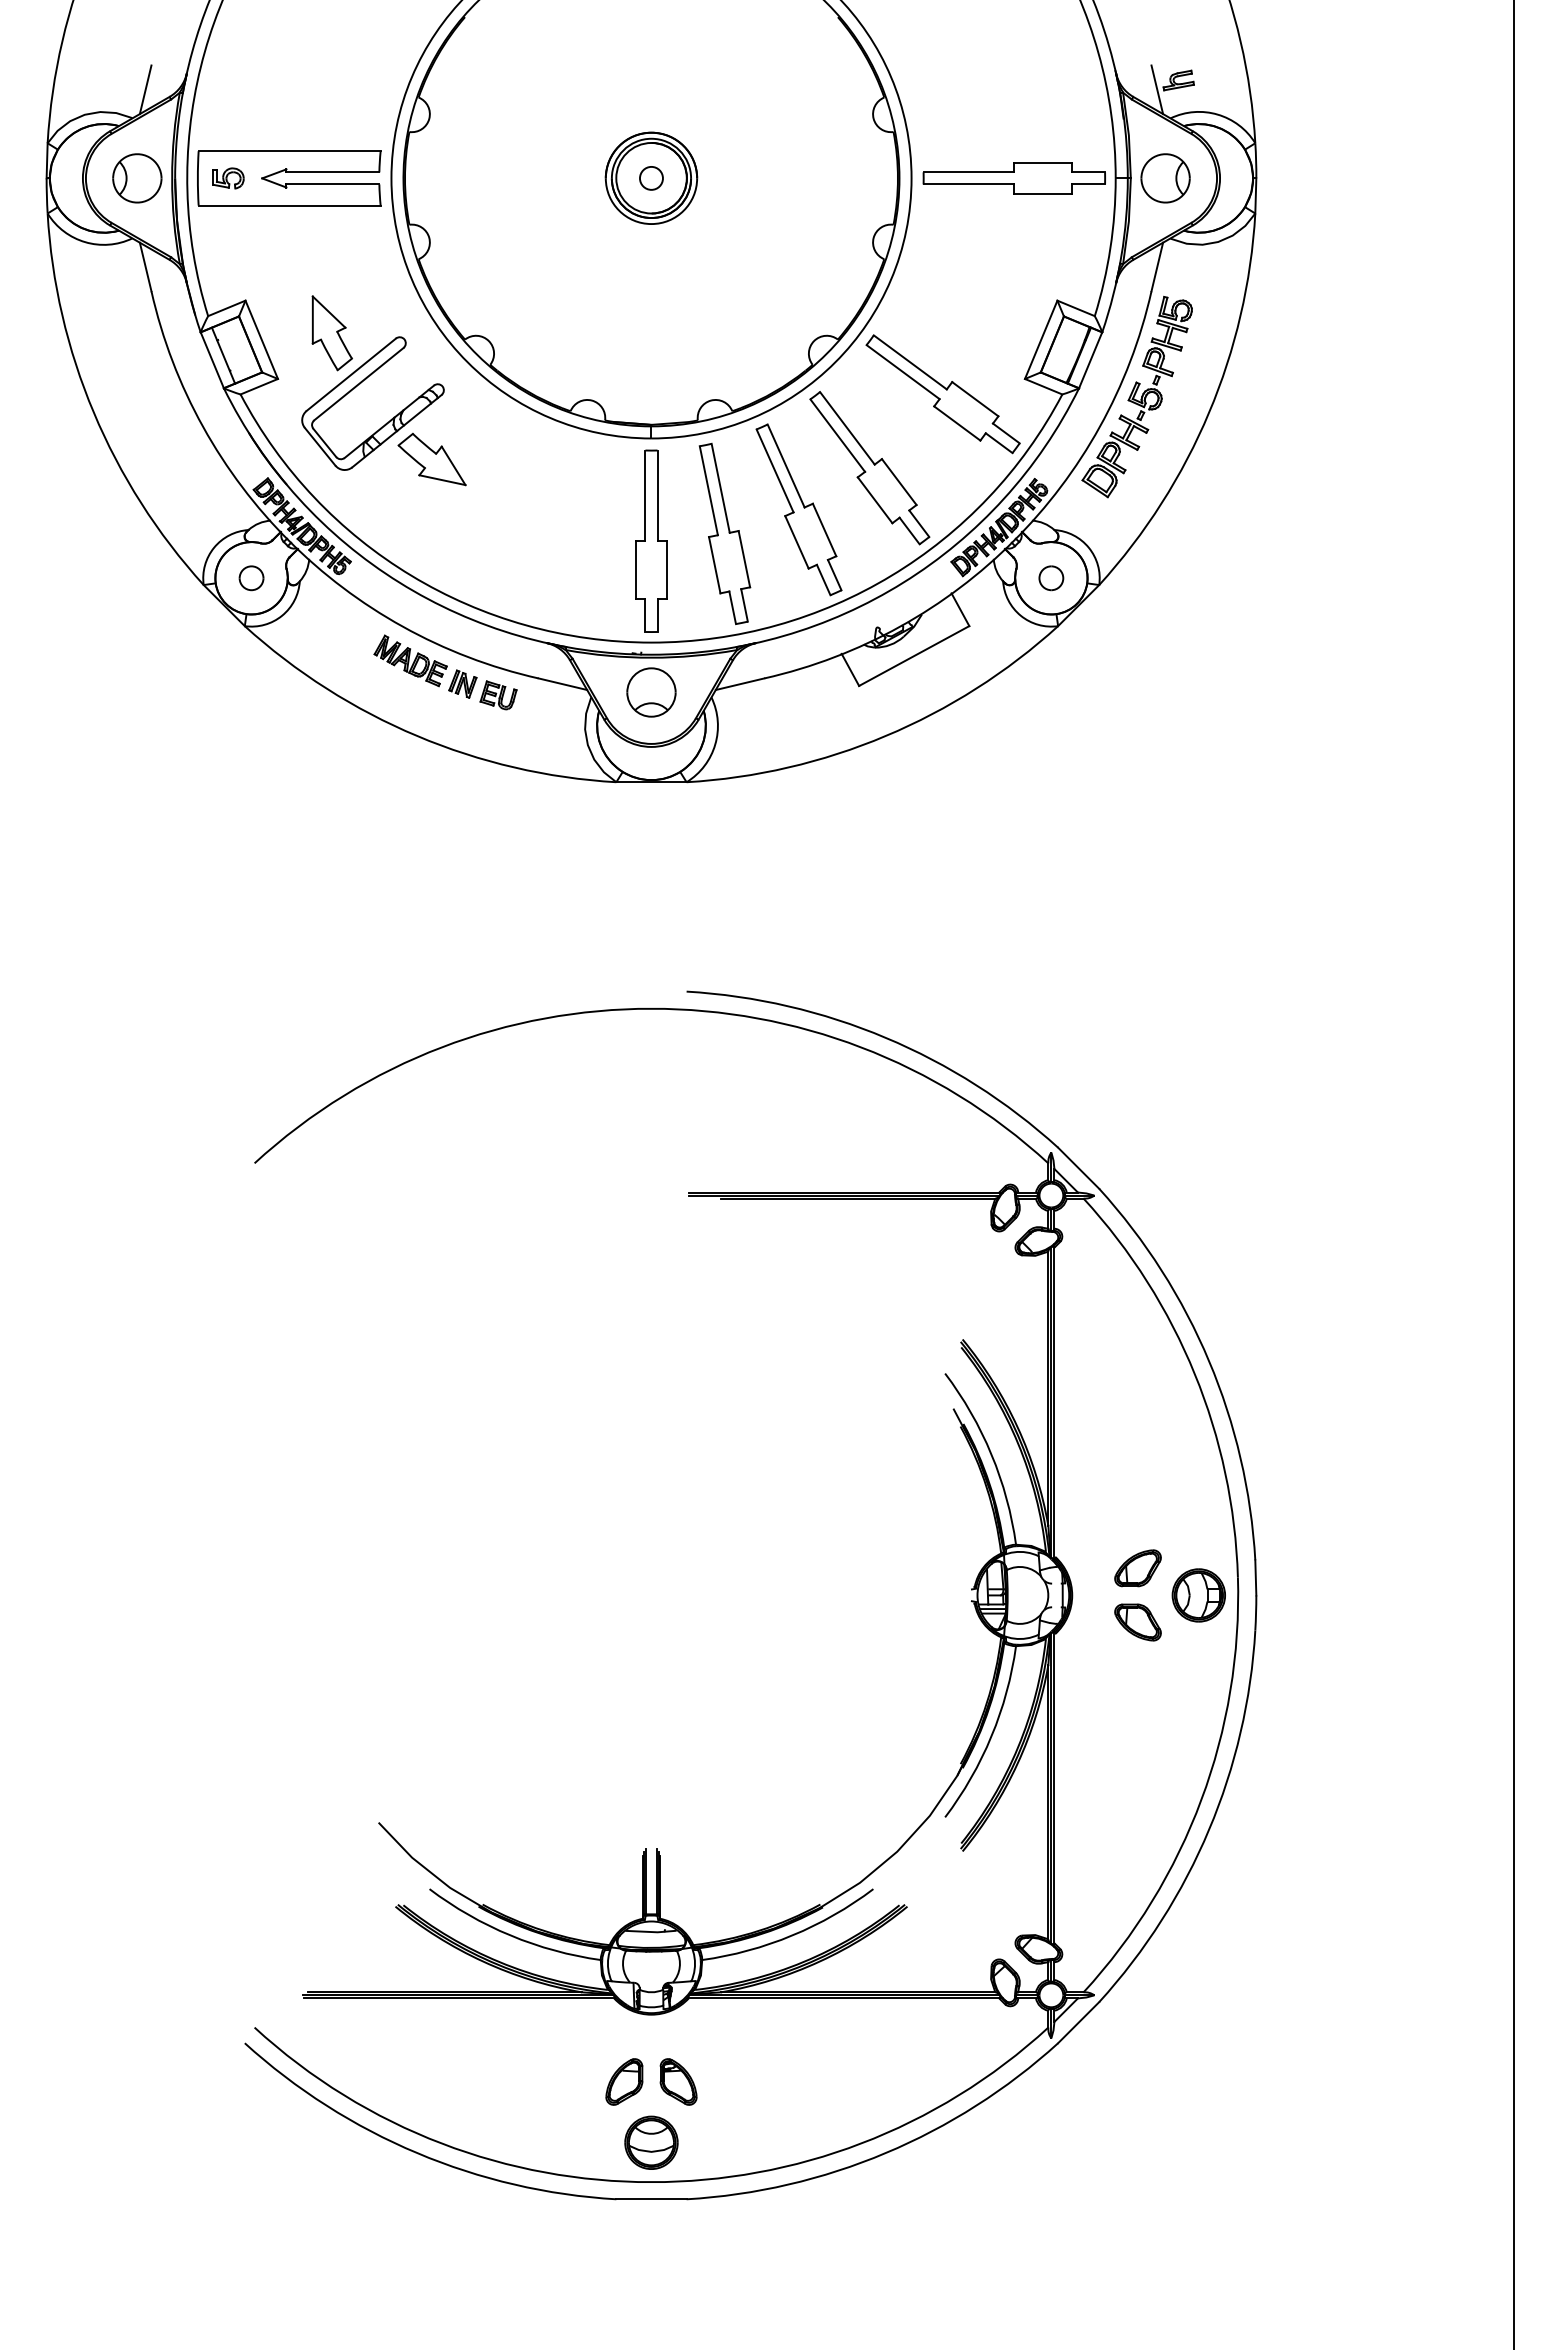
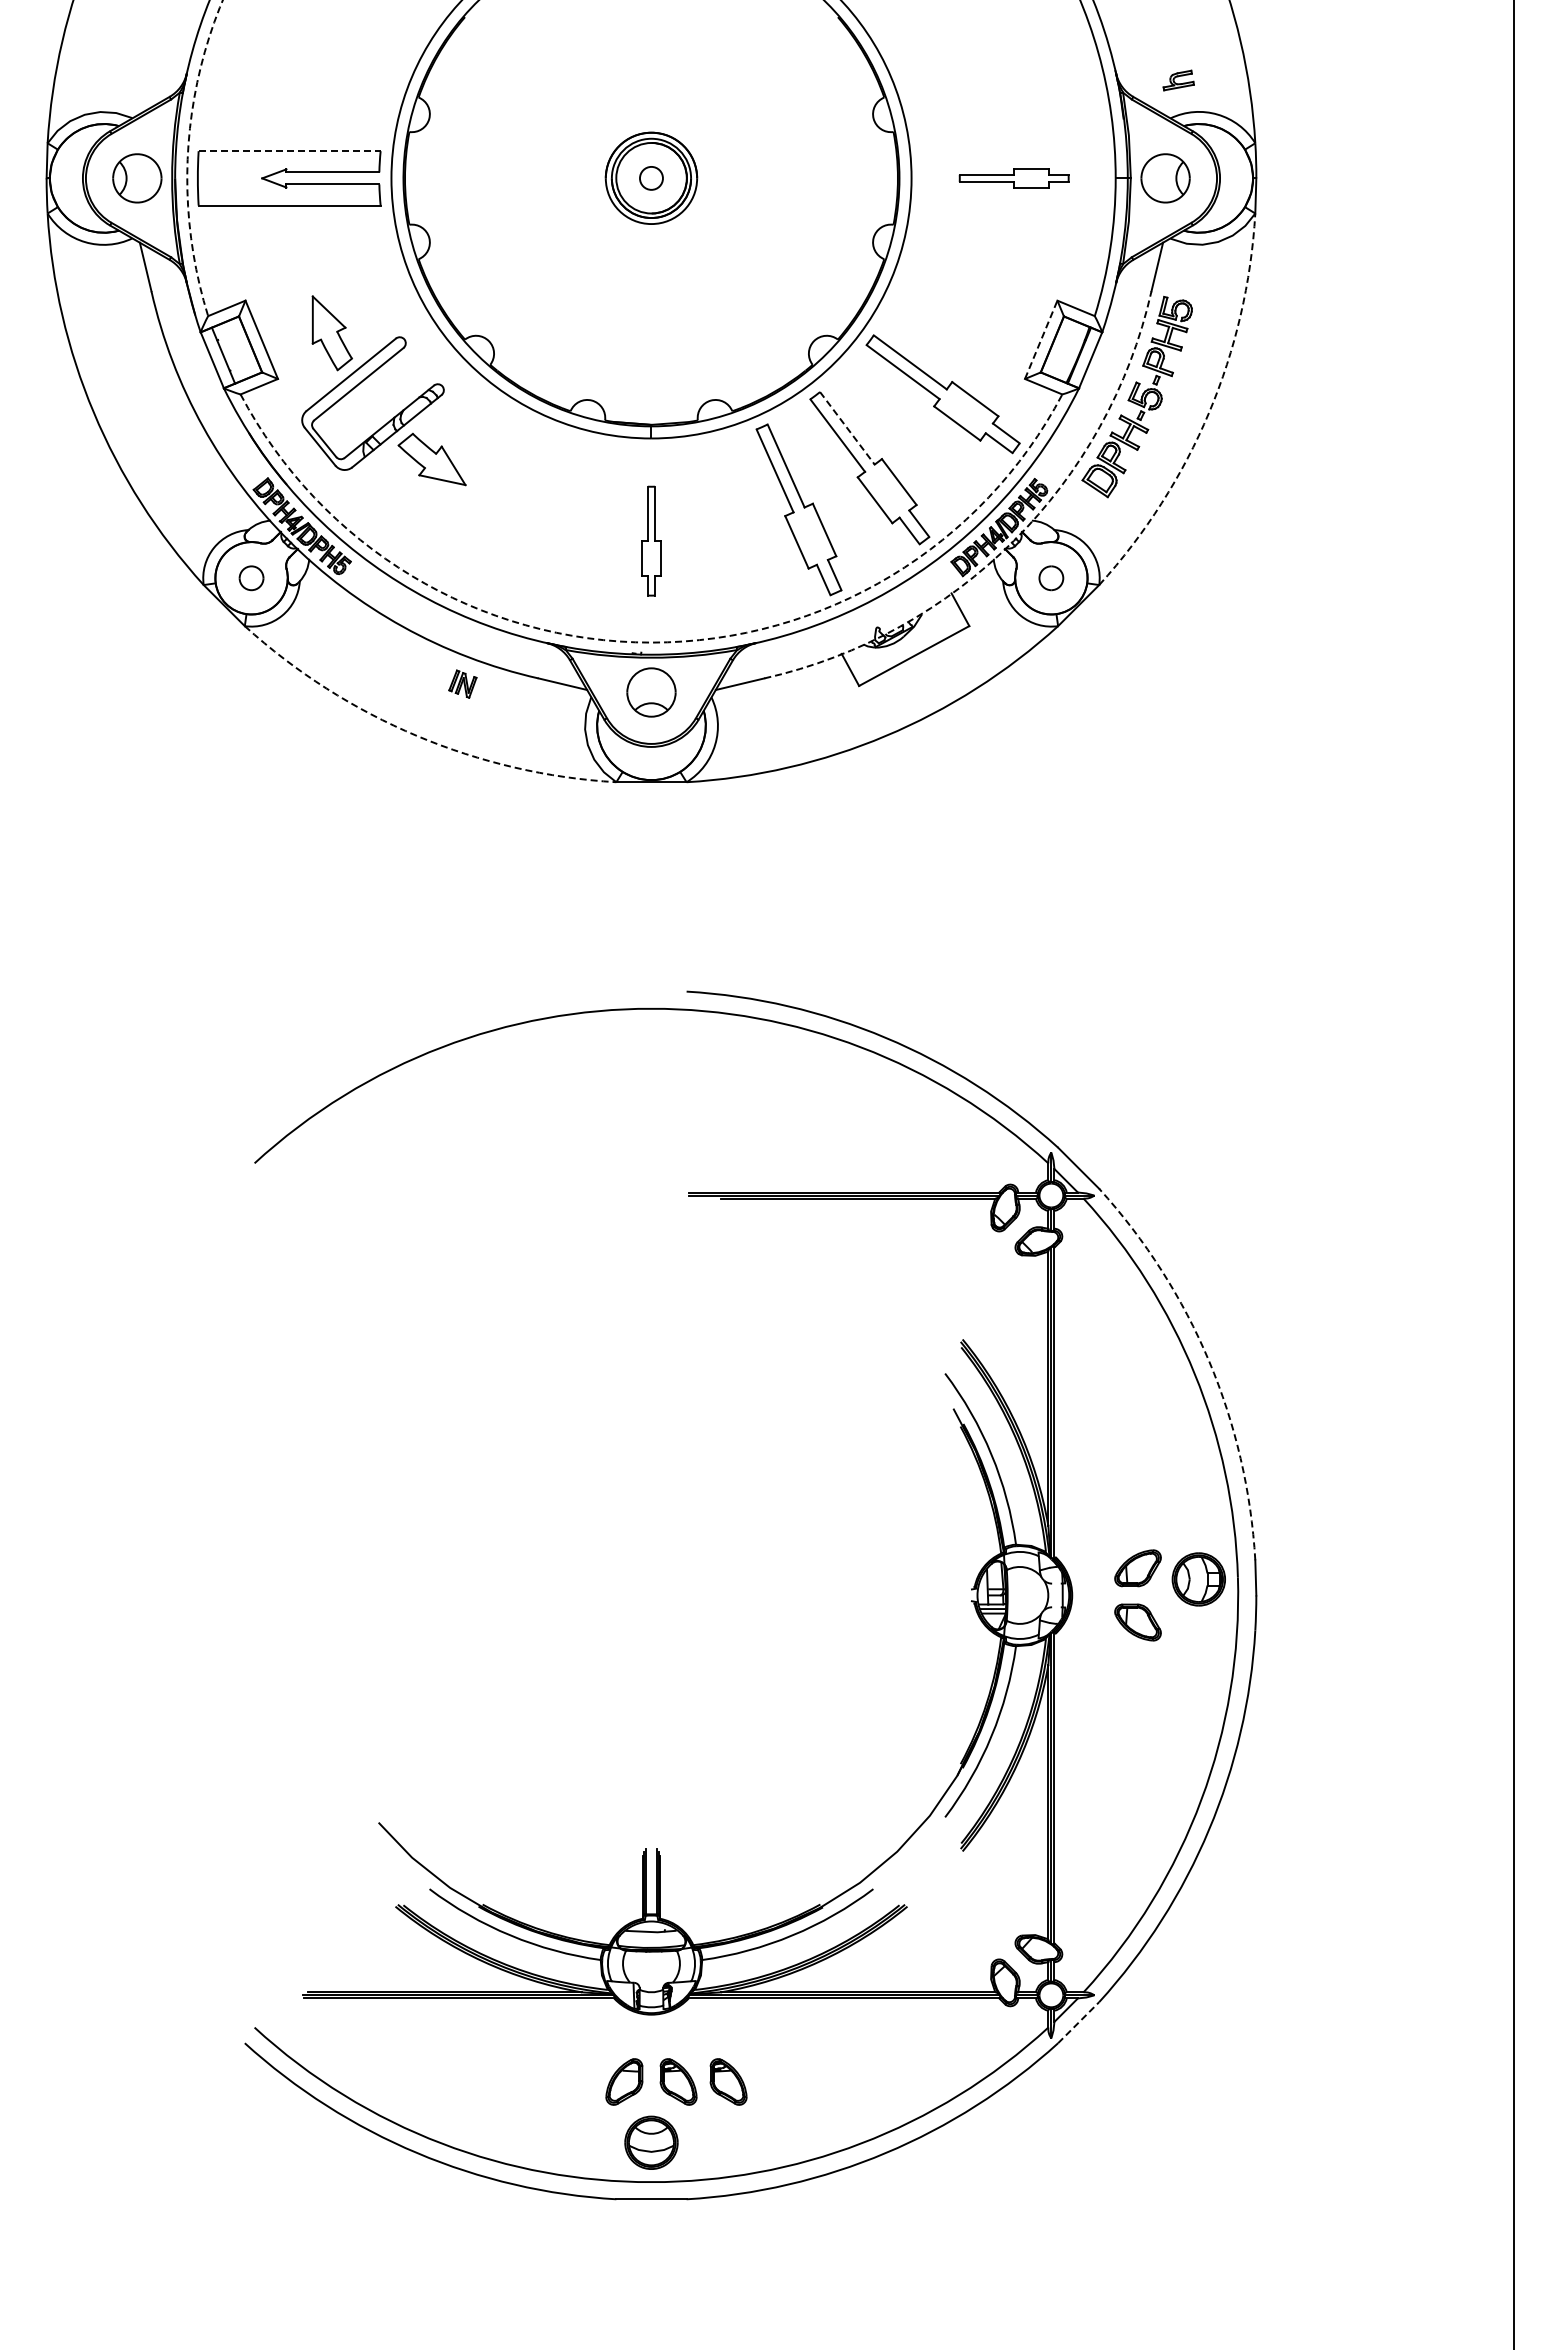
line at (145, 89): present -> none
line at (1157, 89): present -> none
line at (290, 151): solid -> dashed
arc at (187, 156): solid -> dashed
part at (228, 178): present -> none
part at (1013, 178) size: 184x33 px -> 112x21 px
line at (1041, 339): solid -> dashed
arc at (1209, 412): solid -> dashed
line at (847, 428): solid -> dashed
part at (724, 533): present -> none
part at (651, 540) size: 33x184 px -> 21x112 px
arc at (1013, 540): solid -> dashed
arc at (651, 642): solid -> dashed
part at (410, 660): present -> none
part at (498, 695): present -> none
arc at (417, 736): solid -> dashed
arc at (1209, 1361): solid -> dashed
part at (1198, 1595) position: (1198, 1595) -> (1198, 1579)
line at (1079, 2022): solid -> dashed
part at (728, 2081): none -> present
